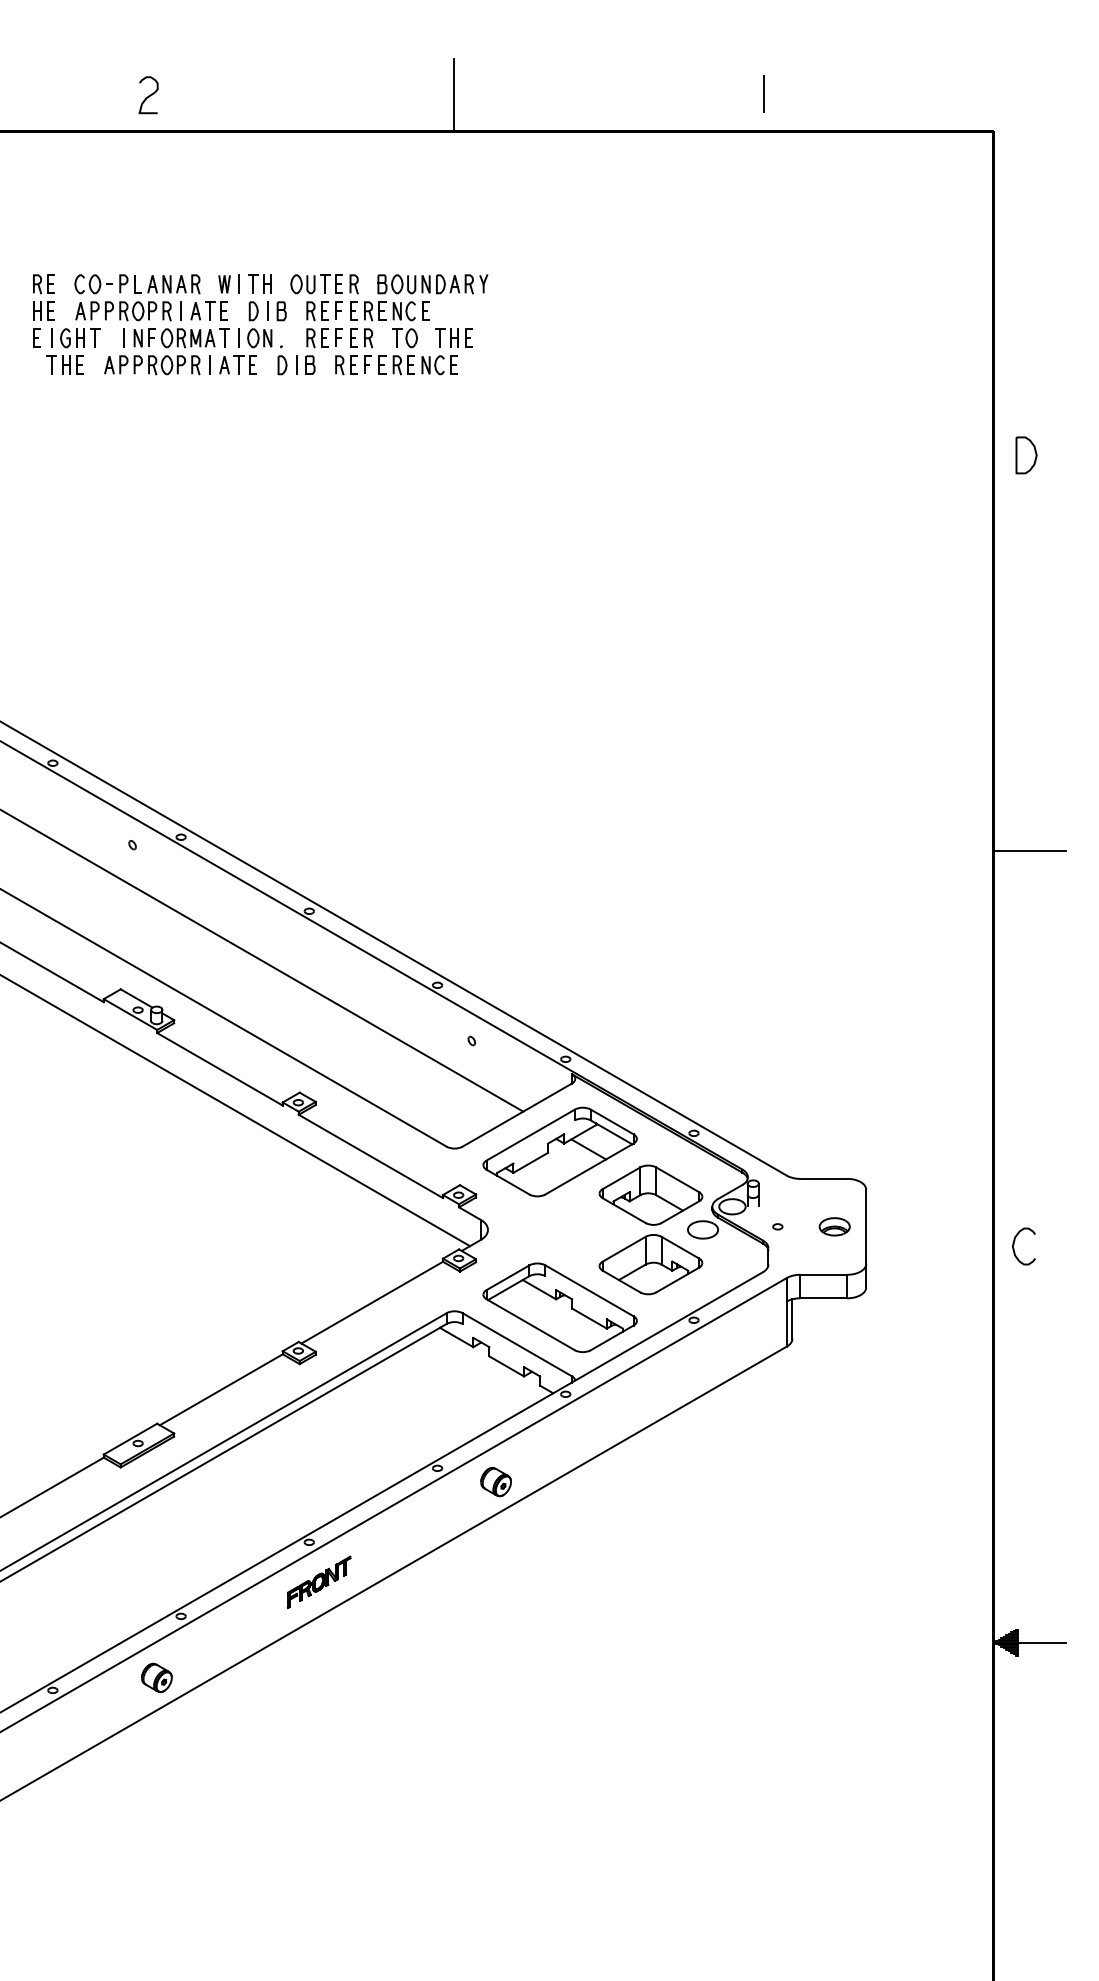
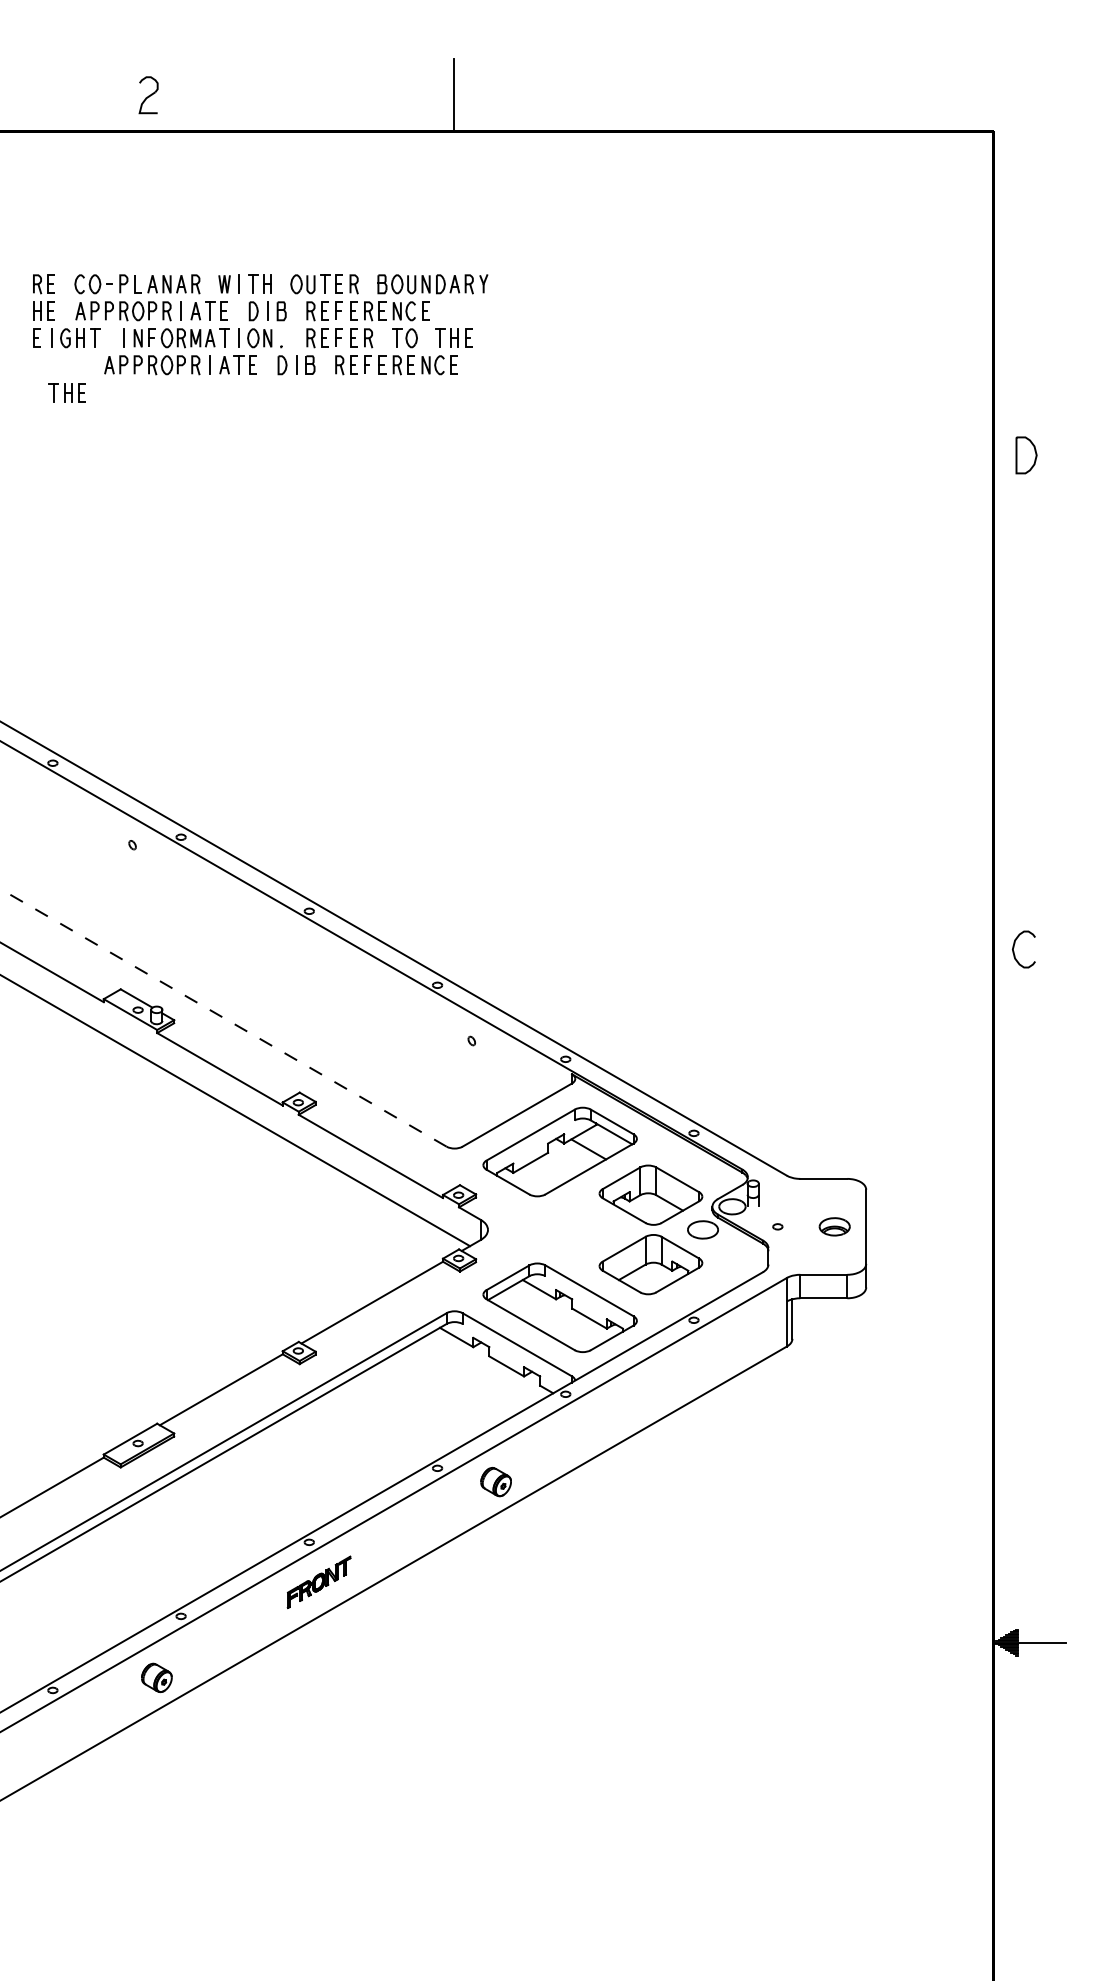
line at (764, 94): present -> none
part at (64, 364) position: (64, 364) -> (66, 392)
line at (1029, 851): present -> none
line at (262, 960): present -> none
line at (223, 1017): solid -> dashed
curve at (1014, 1244) position: (1014, 1244) -> (1014, 947)
